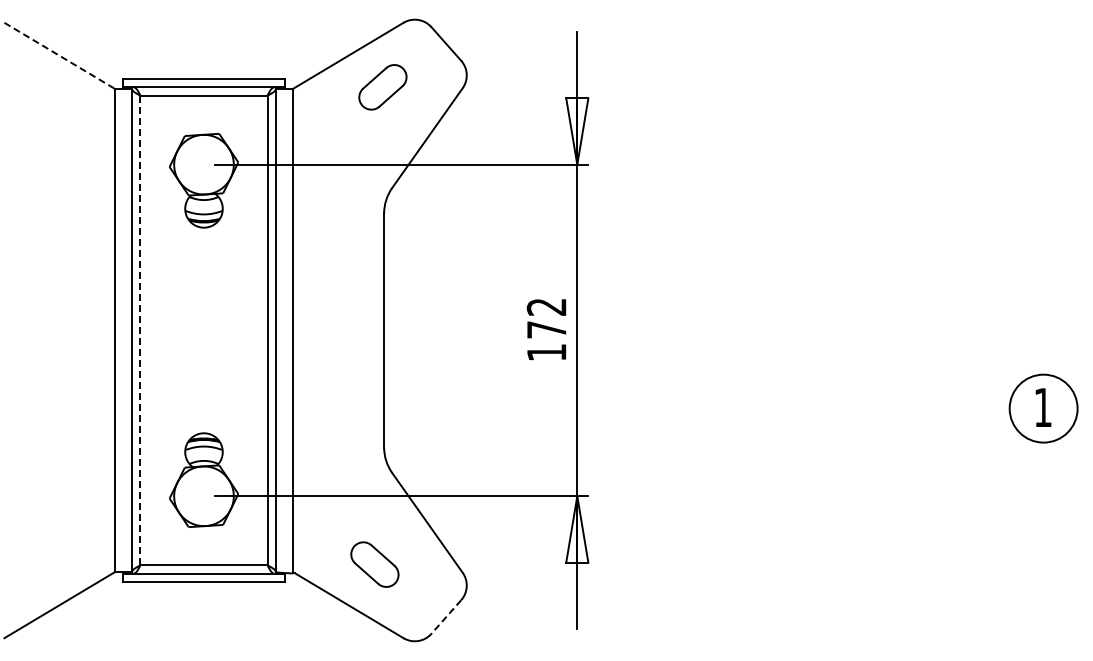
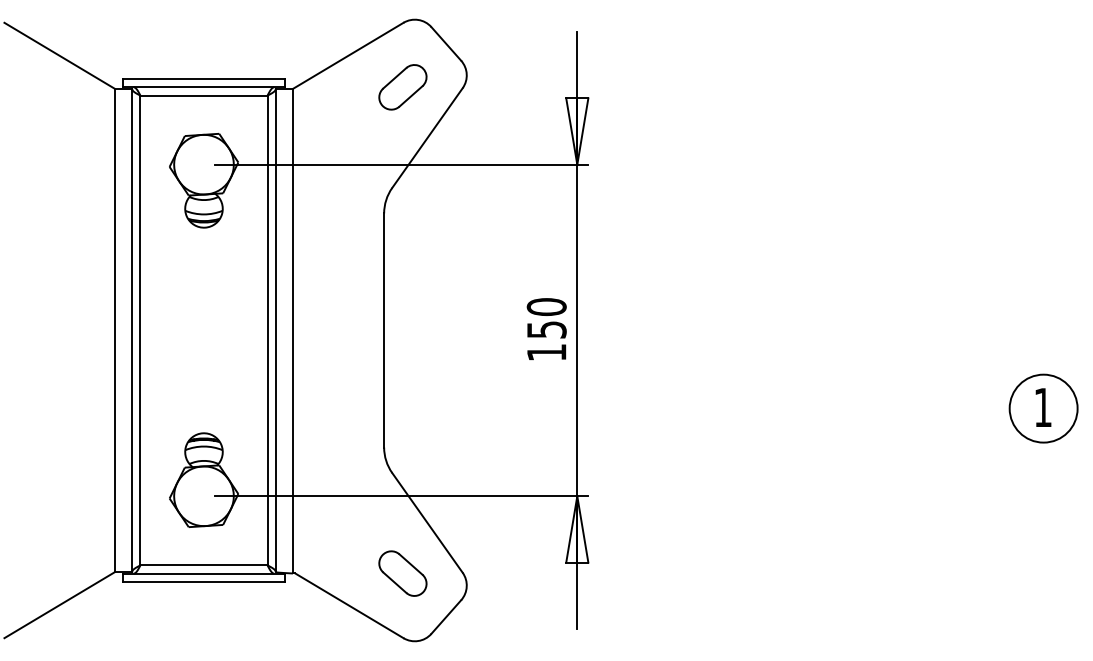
line at (60, 56): dashed -> solid
part at (382, 87) position: (382, 87) -> (402, 87)
text at (546, 318): 172 -> 150
line at (140, 330): dashed -> solid
part at (374, 564) position: (374, 564) -> (402, 573)
line at (446, 617): dashed -> solid
